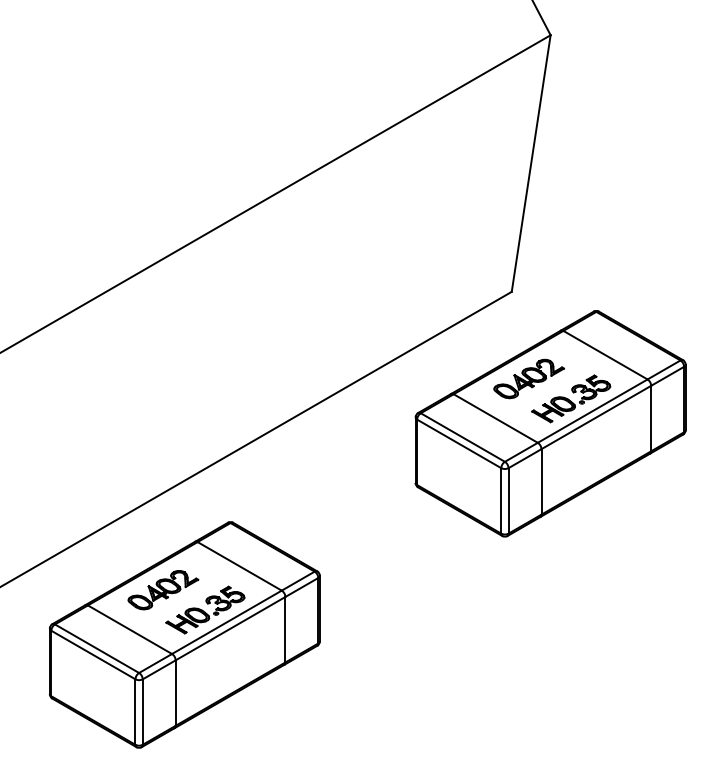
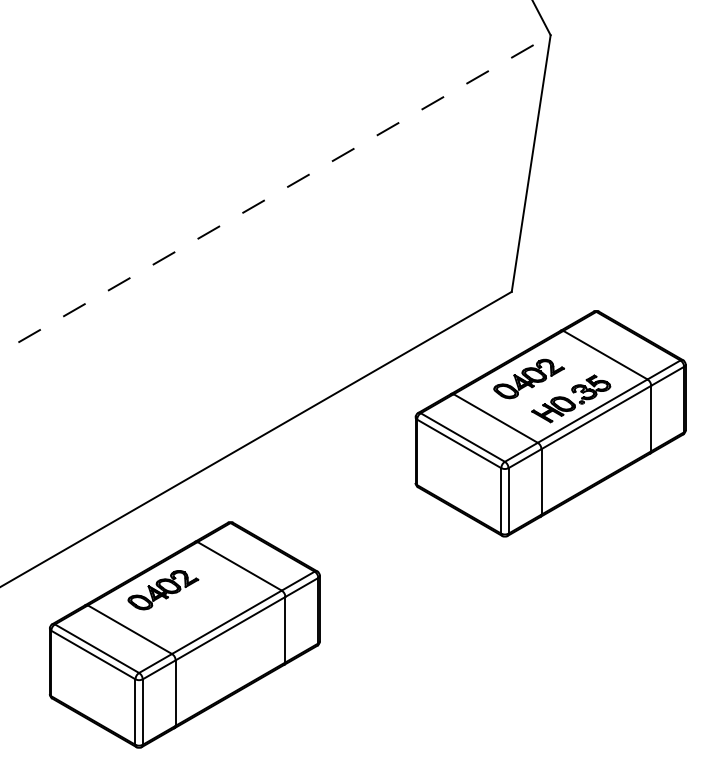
line at (275, 194): solid -> dashed
part at (205, 609): present -> none
